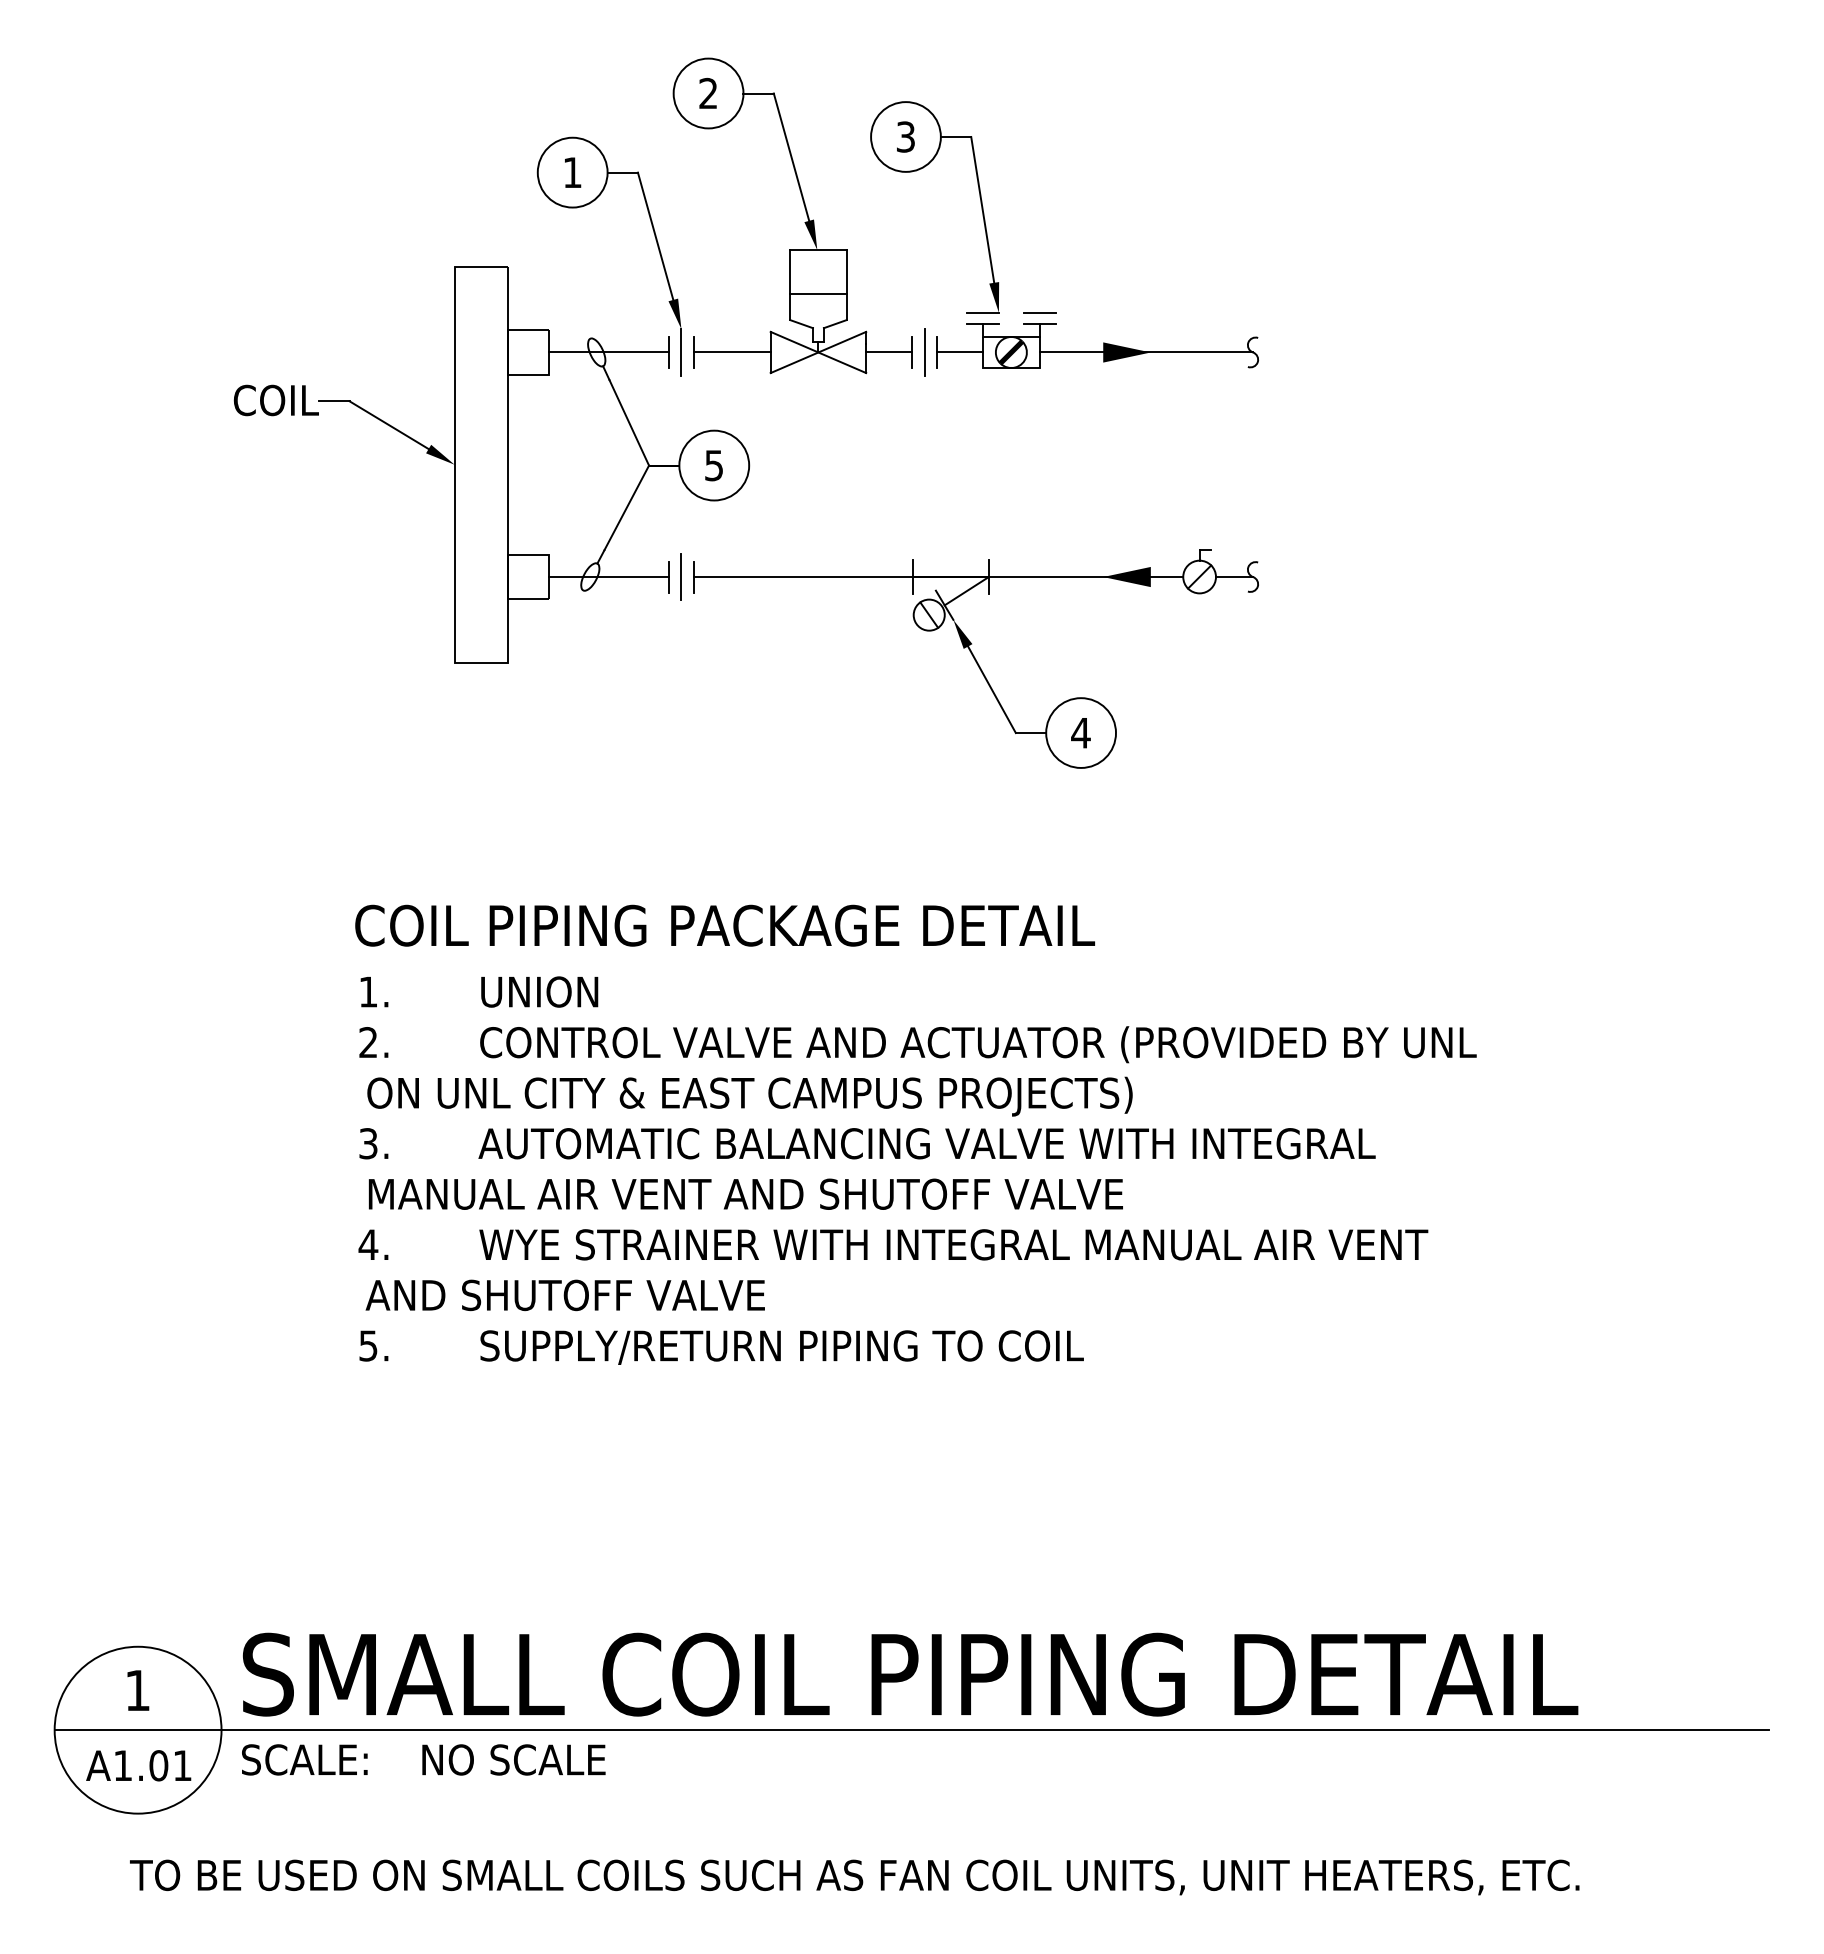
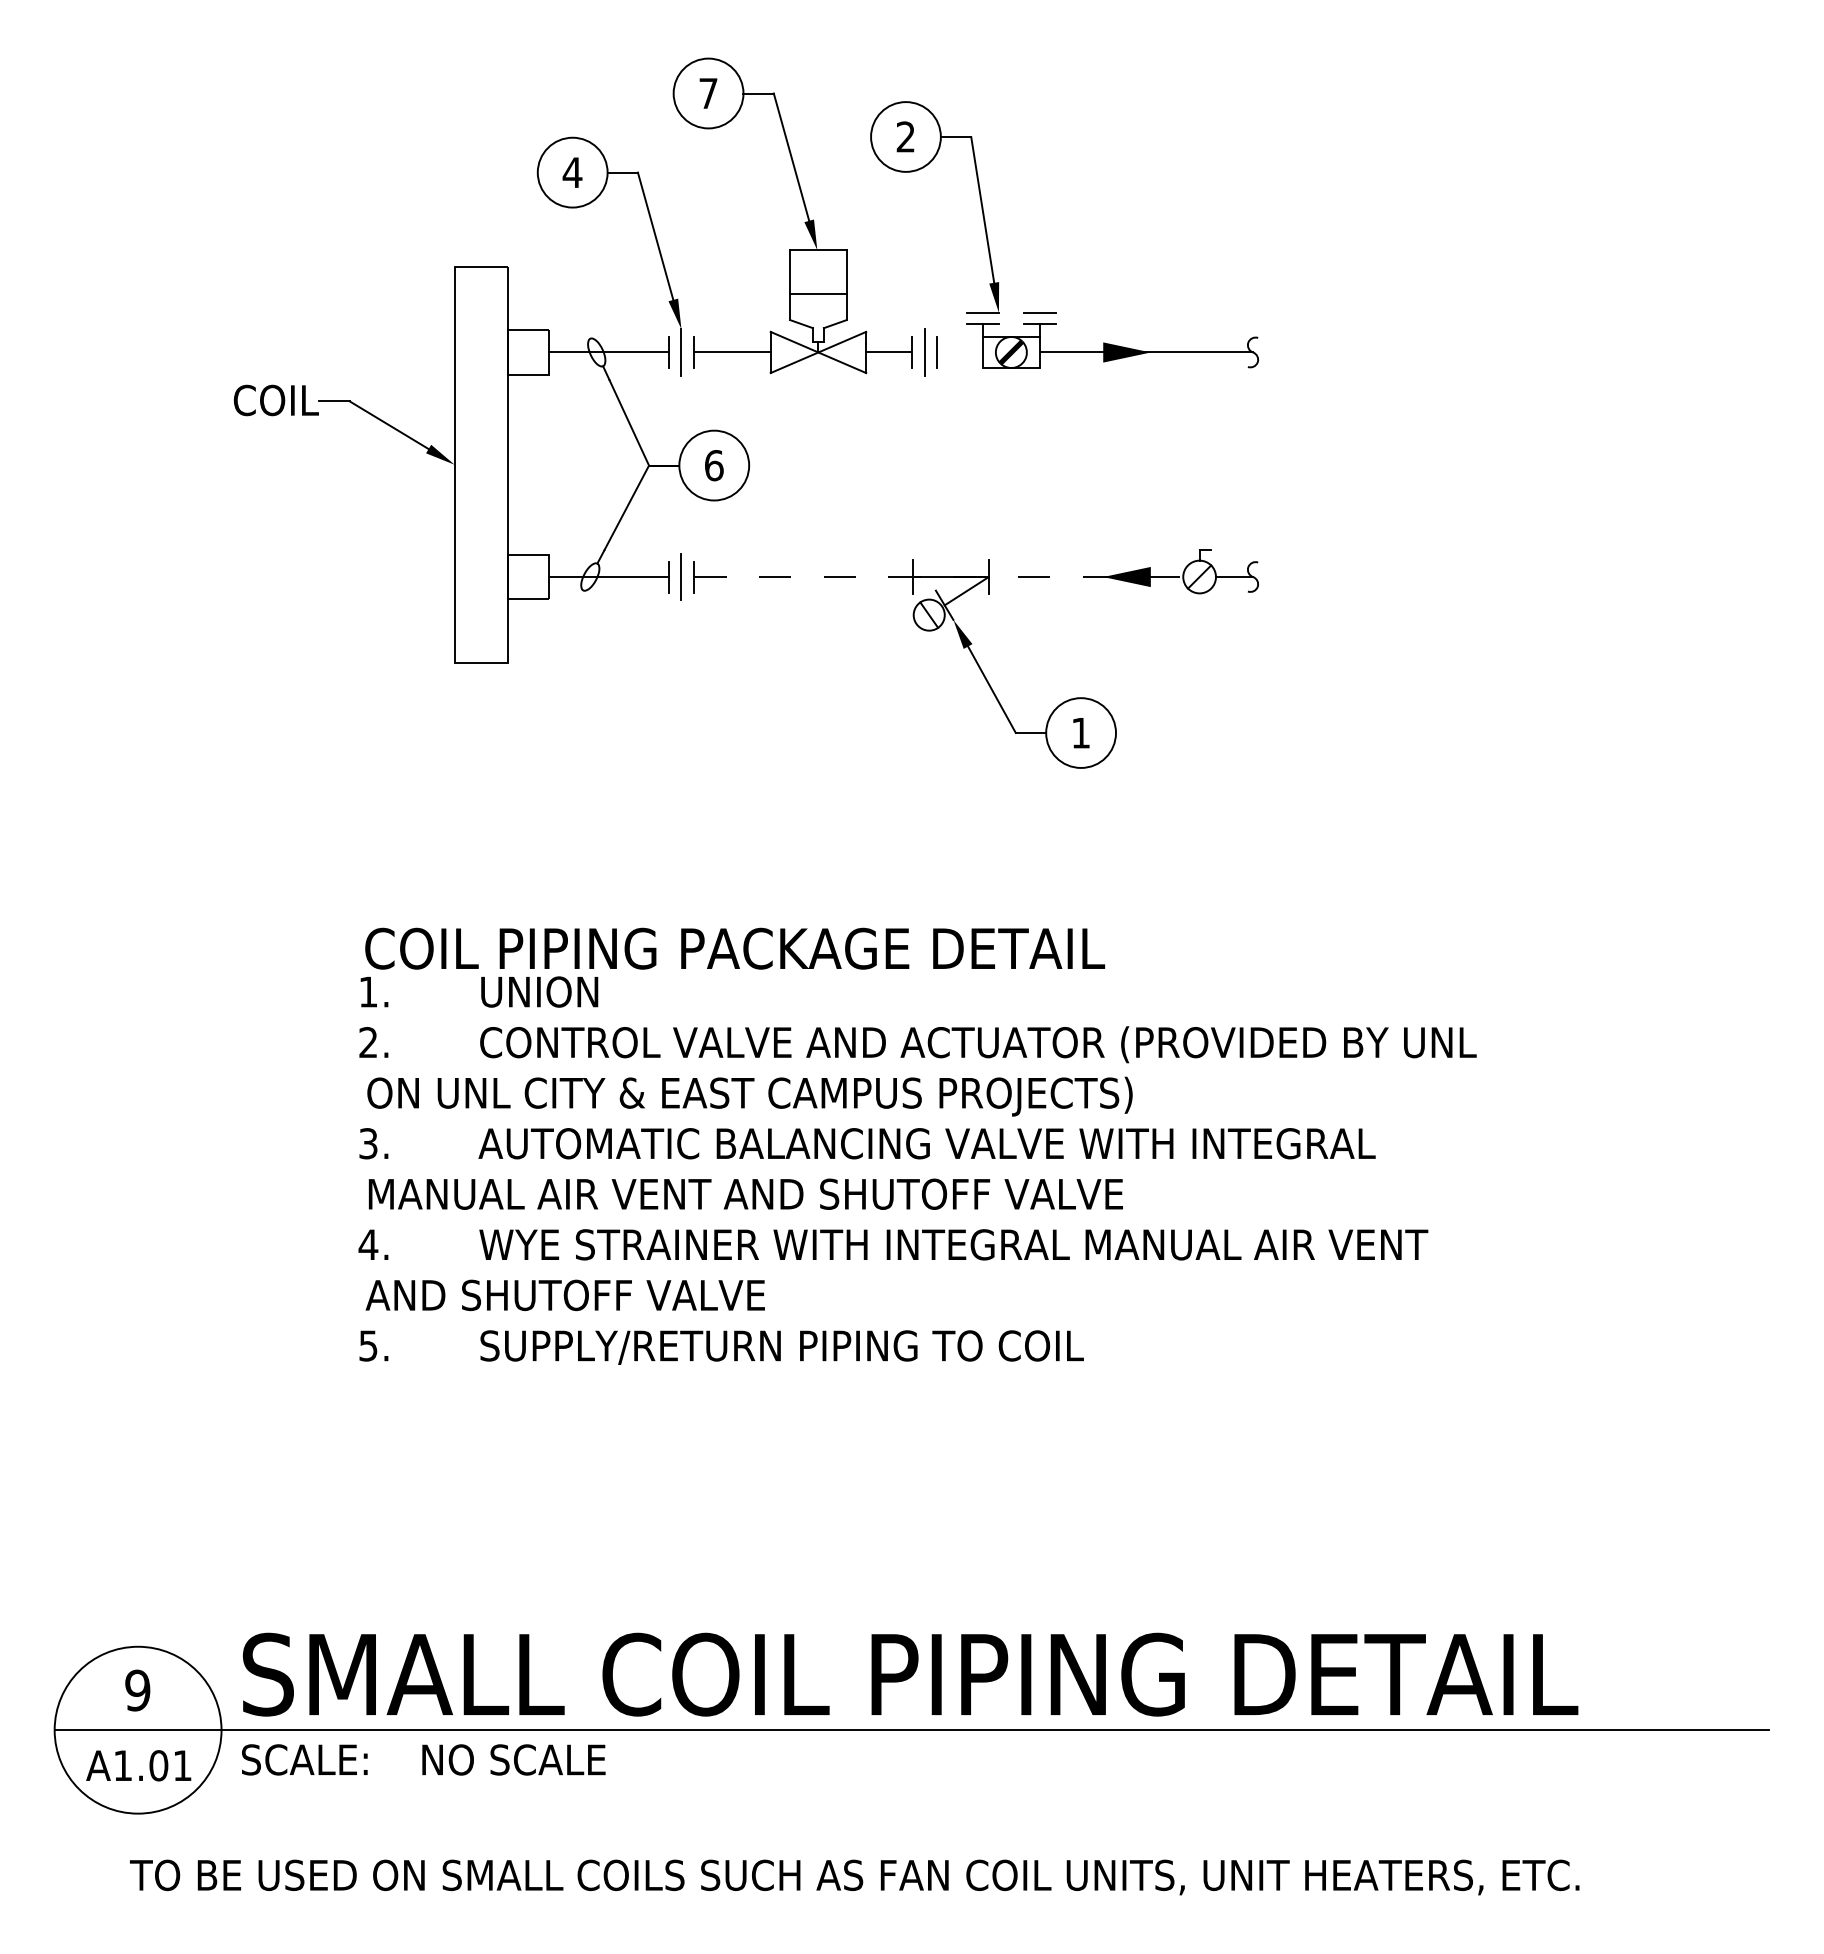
text at (708, 92): 2 -> 7
text at (905, 136): 3 -> 2
text at (572, 172): 1 -> 4
line at (959, 352): present -> none
text at (714, 465): 5 -> 6
line at (939, 577): solid -> dashed
text at (1080, 733): 4 -> 1
text at (724, 925) position: (724, 925) -> (734, 948)
text at (137, 1690): 1 -> 9
